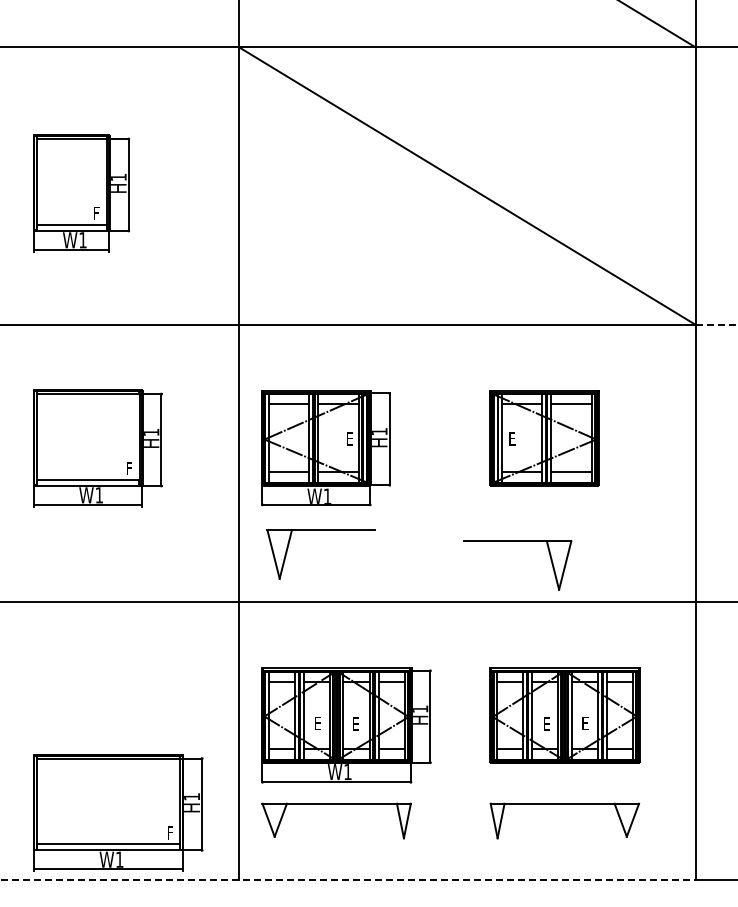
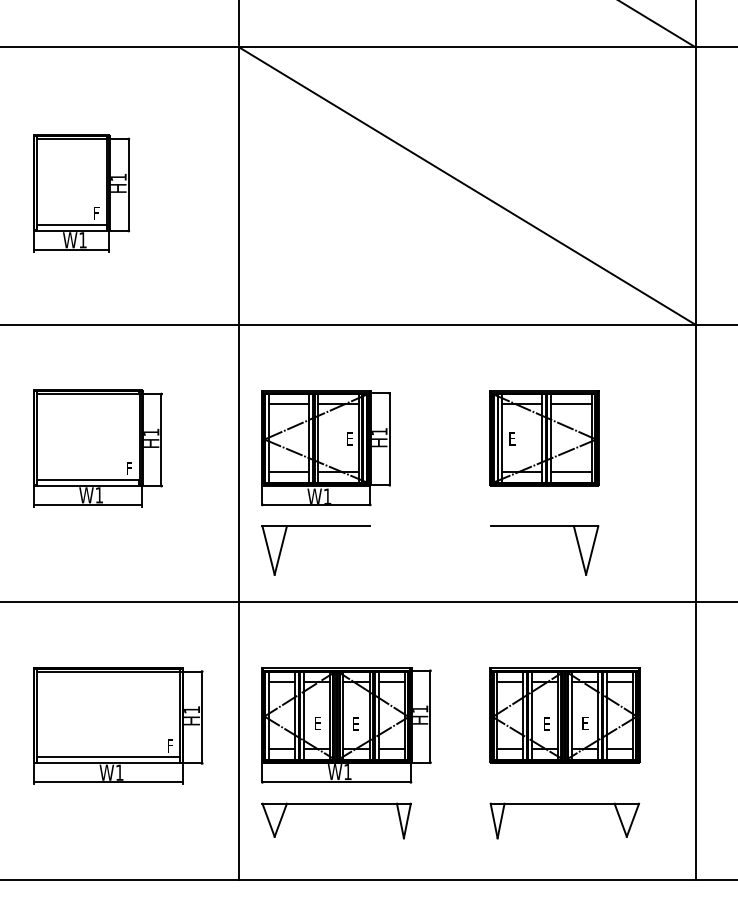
line at (716, 324): dashed -> solid
part at (320, 530) position: (320, 530) -> (315, 526)
part at (517, 541) position: (517, 541) -> (544, 526)
part at (118, 812) position: (118, 812) -> (118, 725)
line at (347, 879): dashed -> solid
